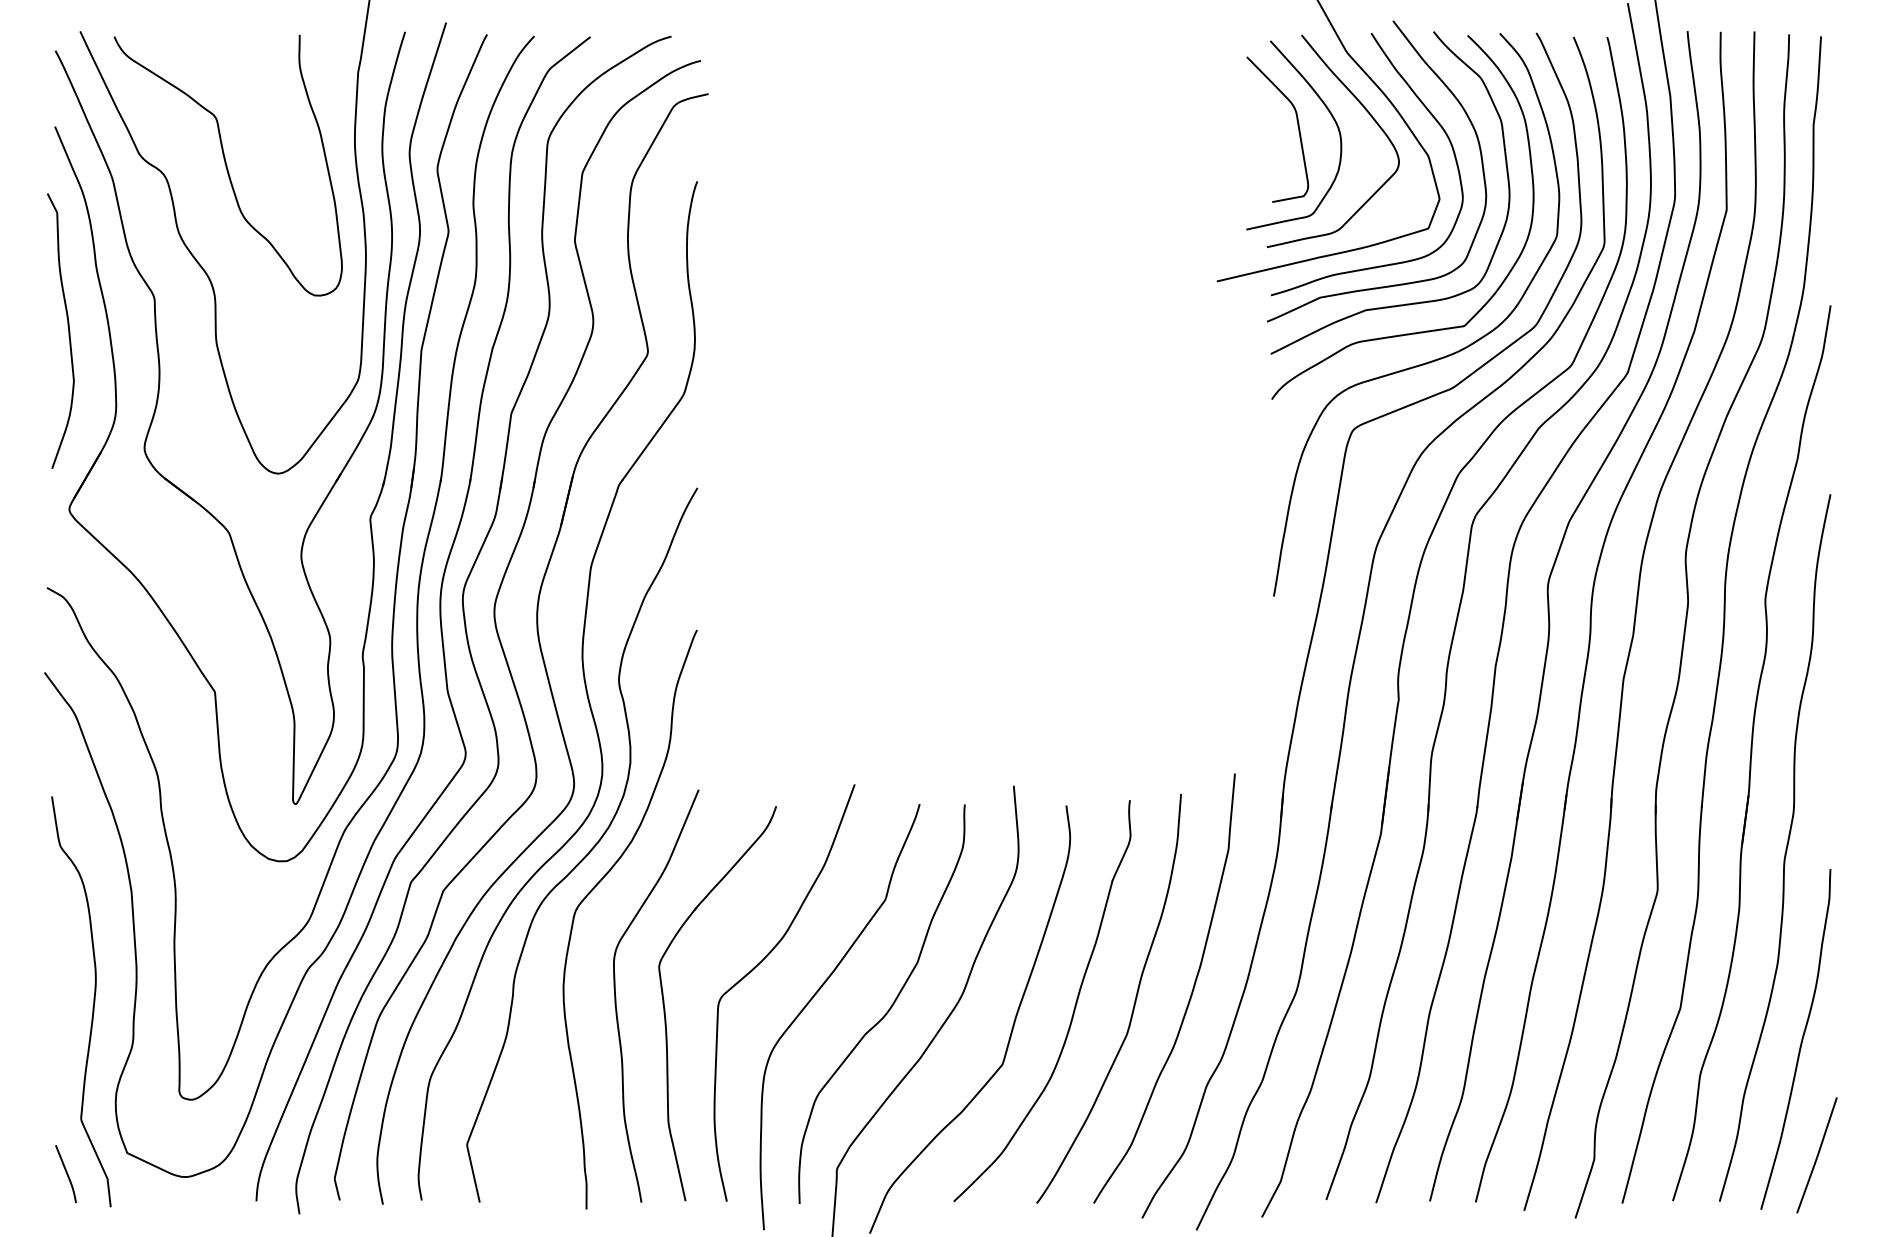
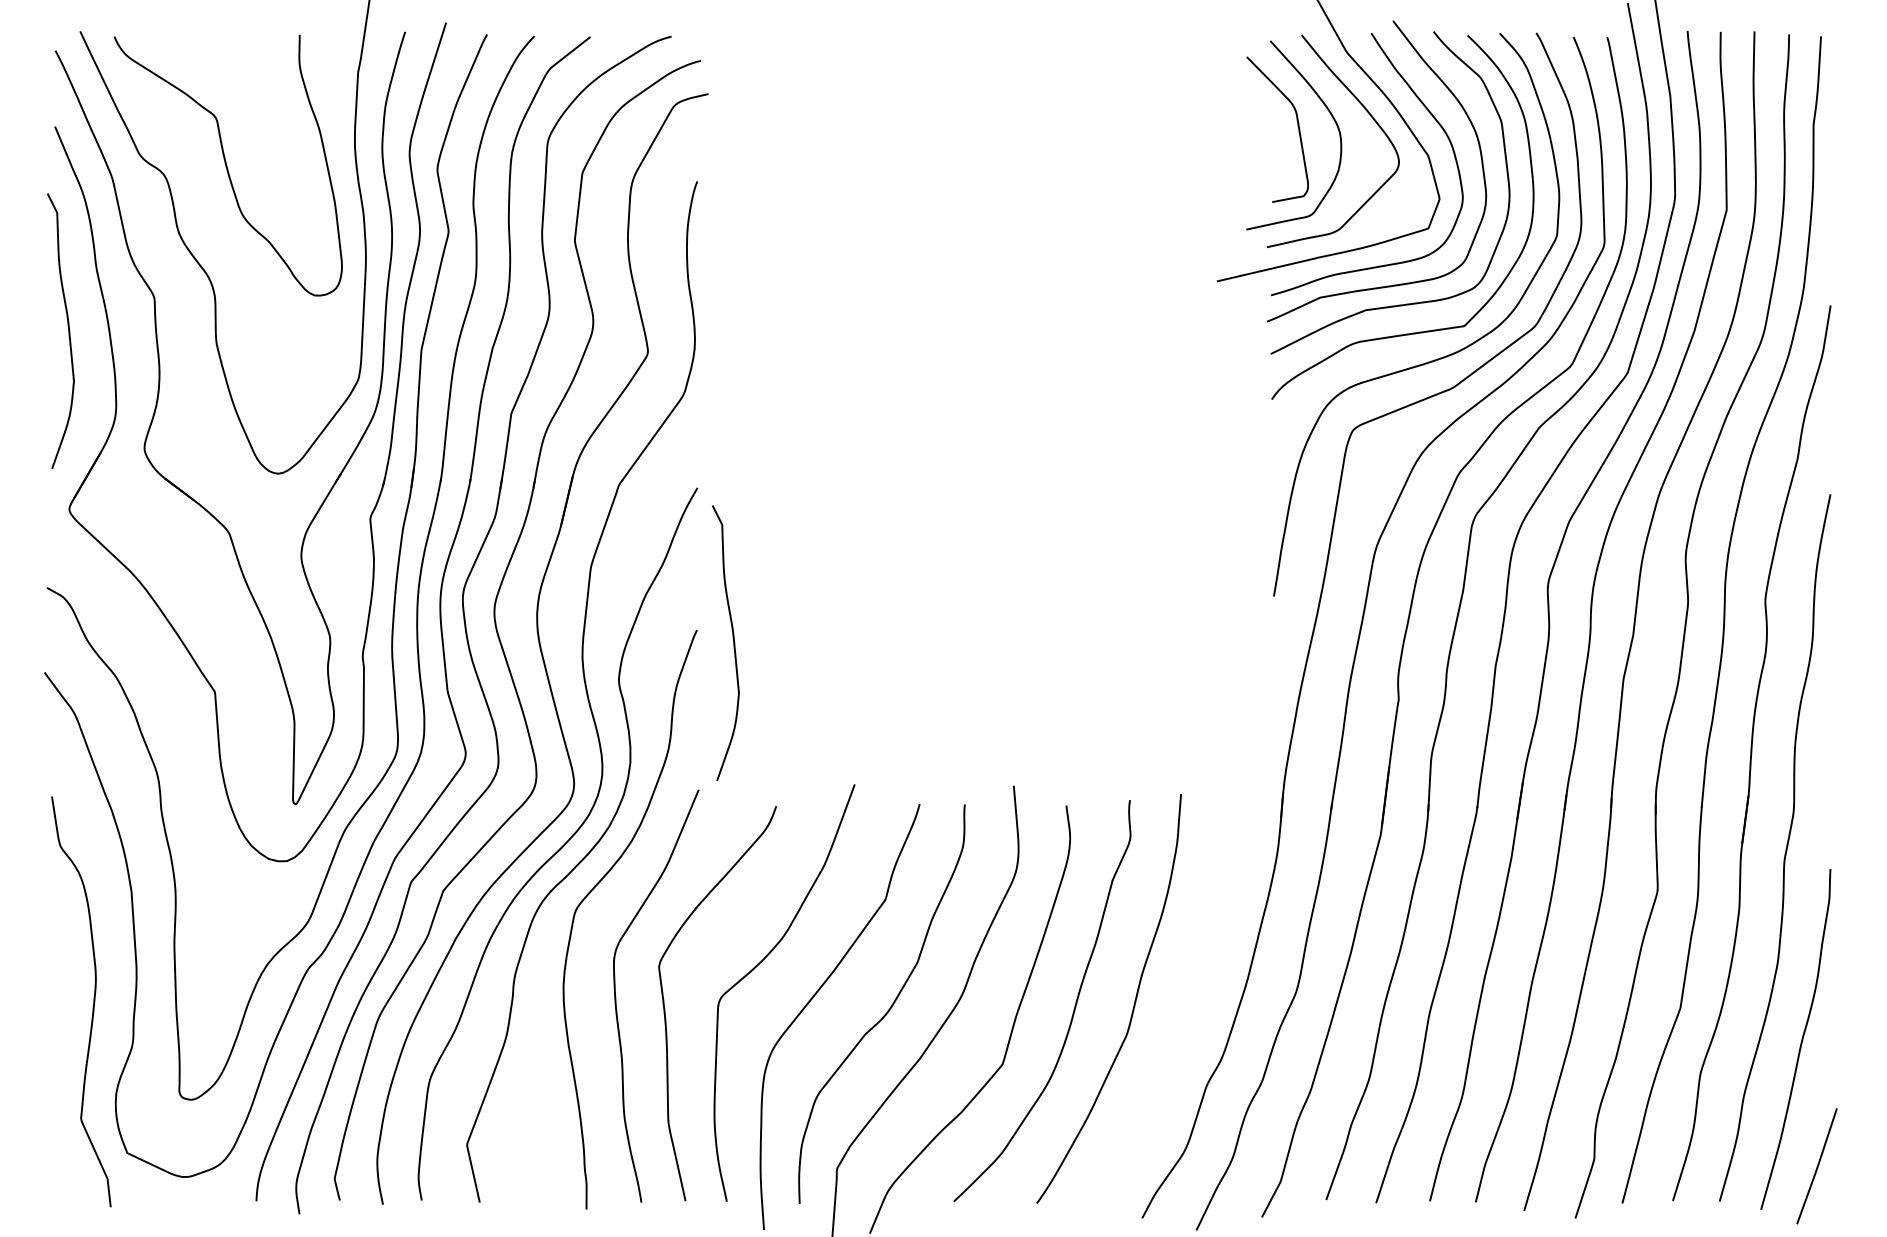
curve at (733, 642): none -> present
curve at (1189, 997): present -> none
line at (1816, 1155) position: (1816, 1155) -> (1816, 1166)
curve at (66, 1174): present -> none
